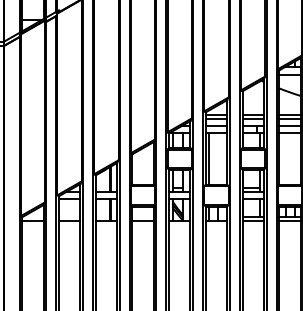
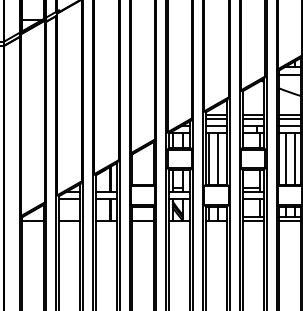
line at (217, 158): none -> present
line at (285, 158): none -> present
line at (294, 158): none -> present
